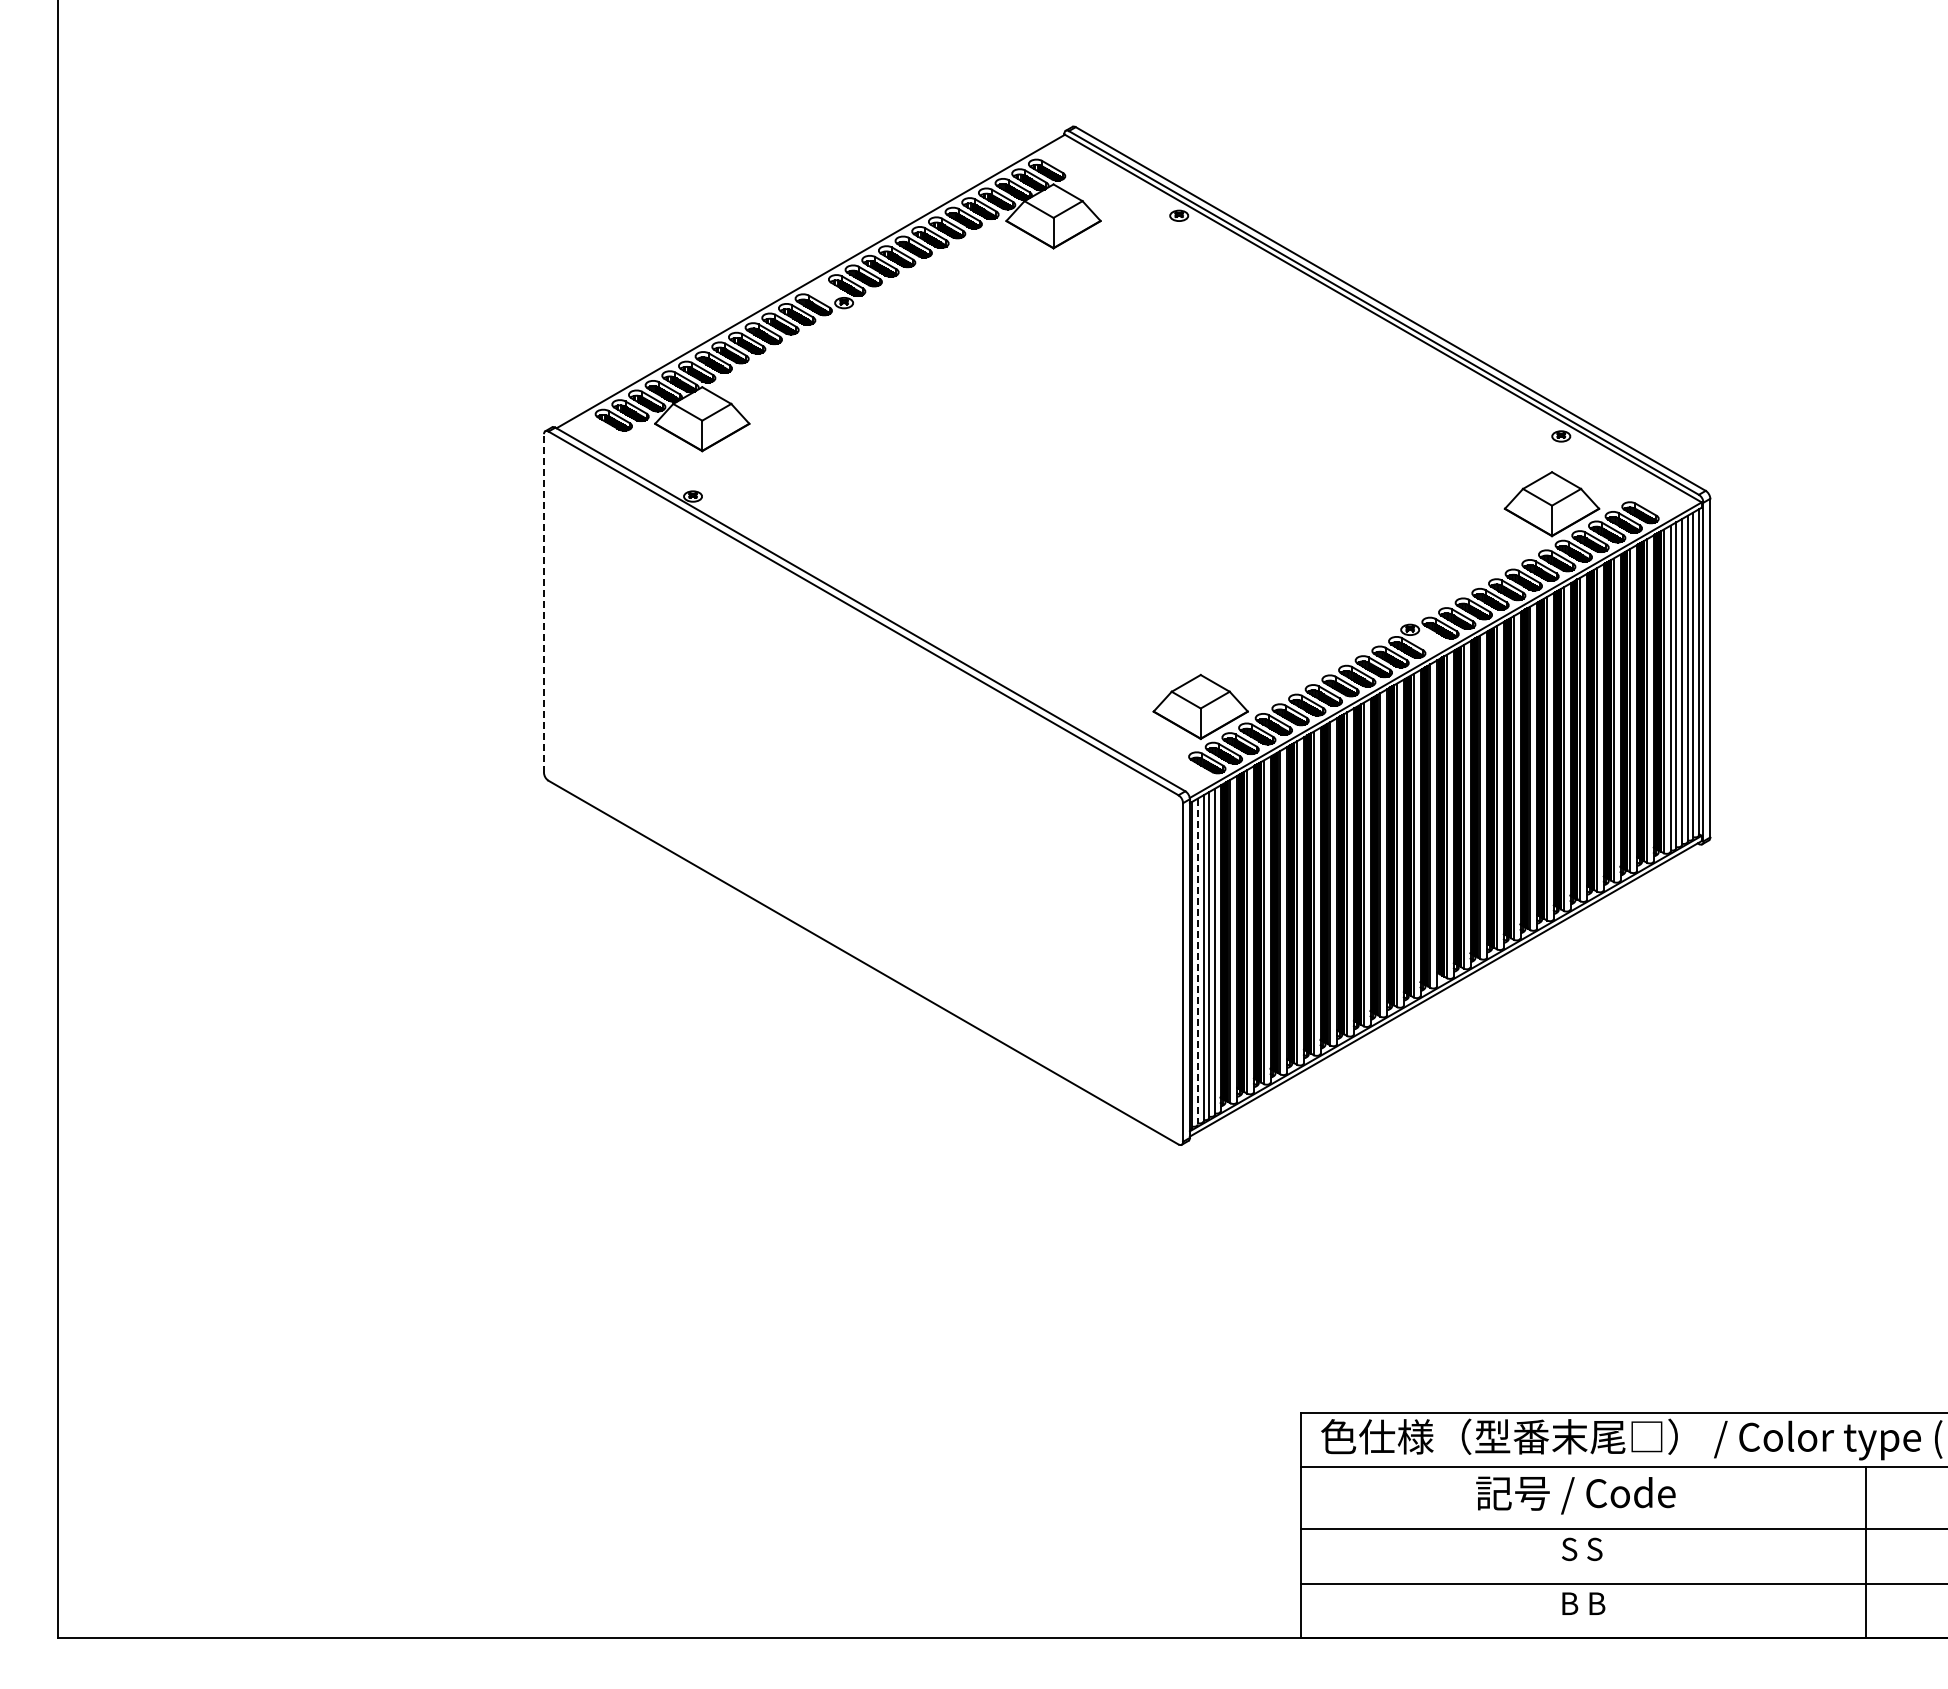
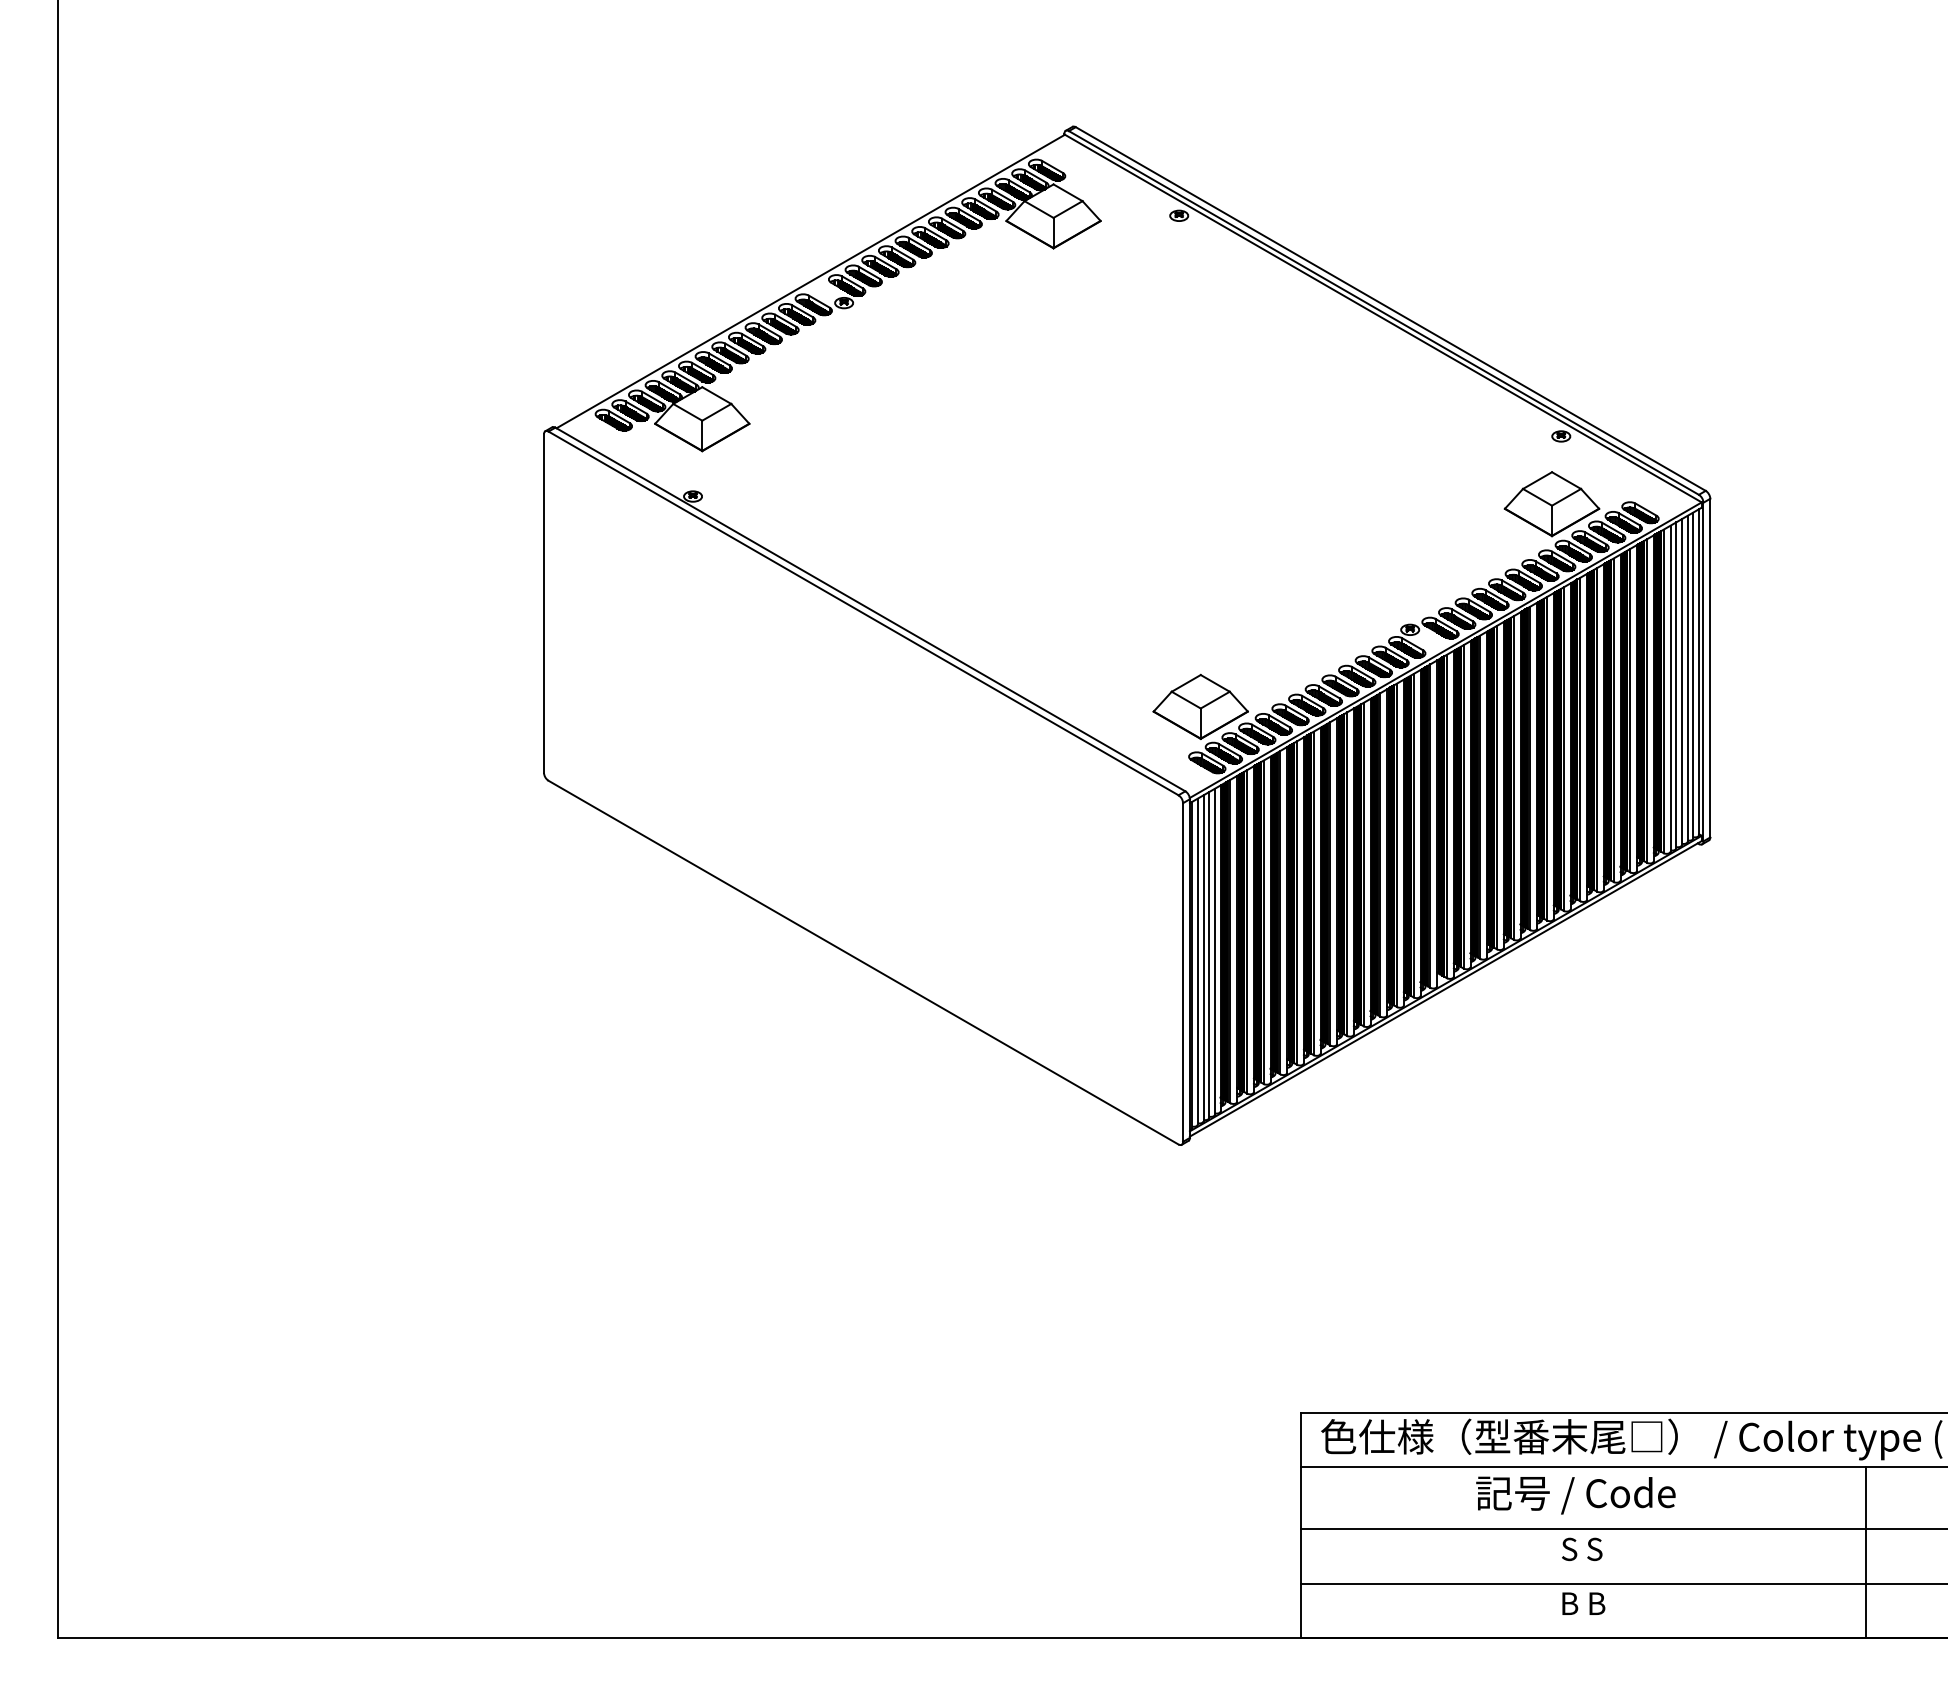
line at (544, 603): dashed -> solid
line at (1197, 961): dashed -> solid
